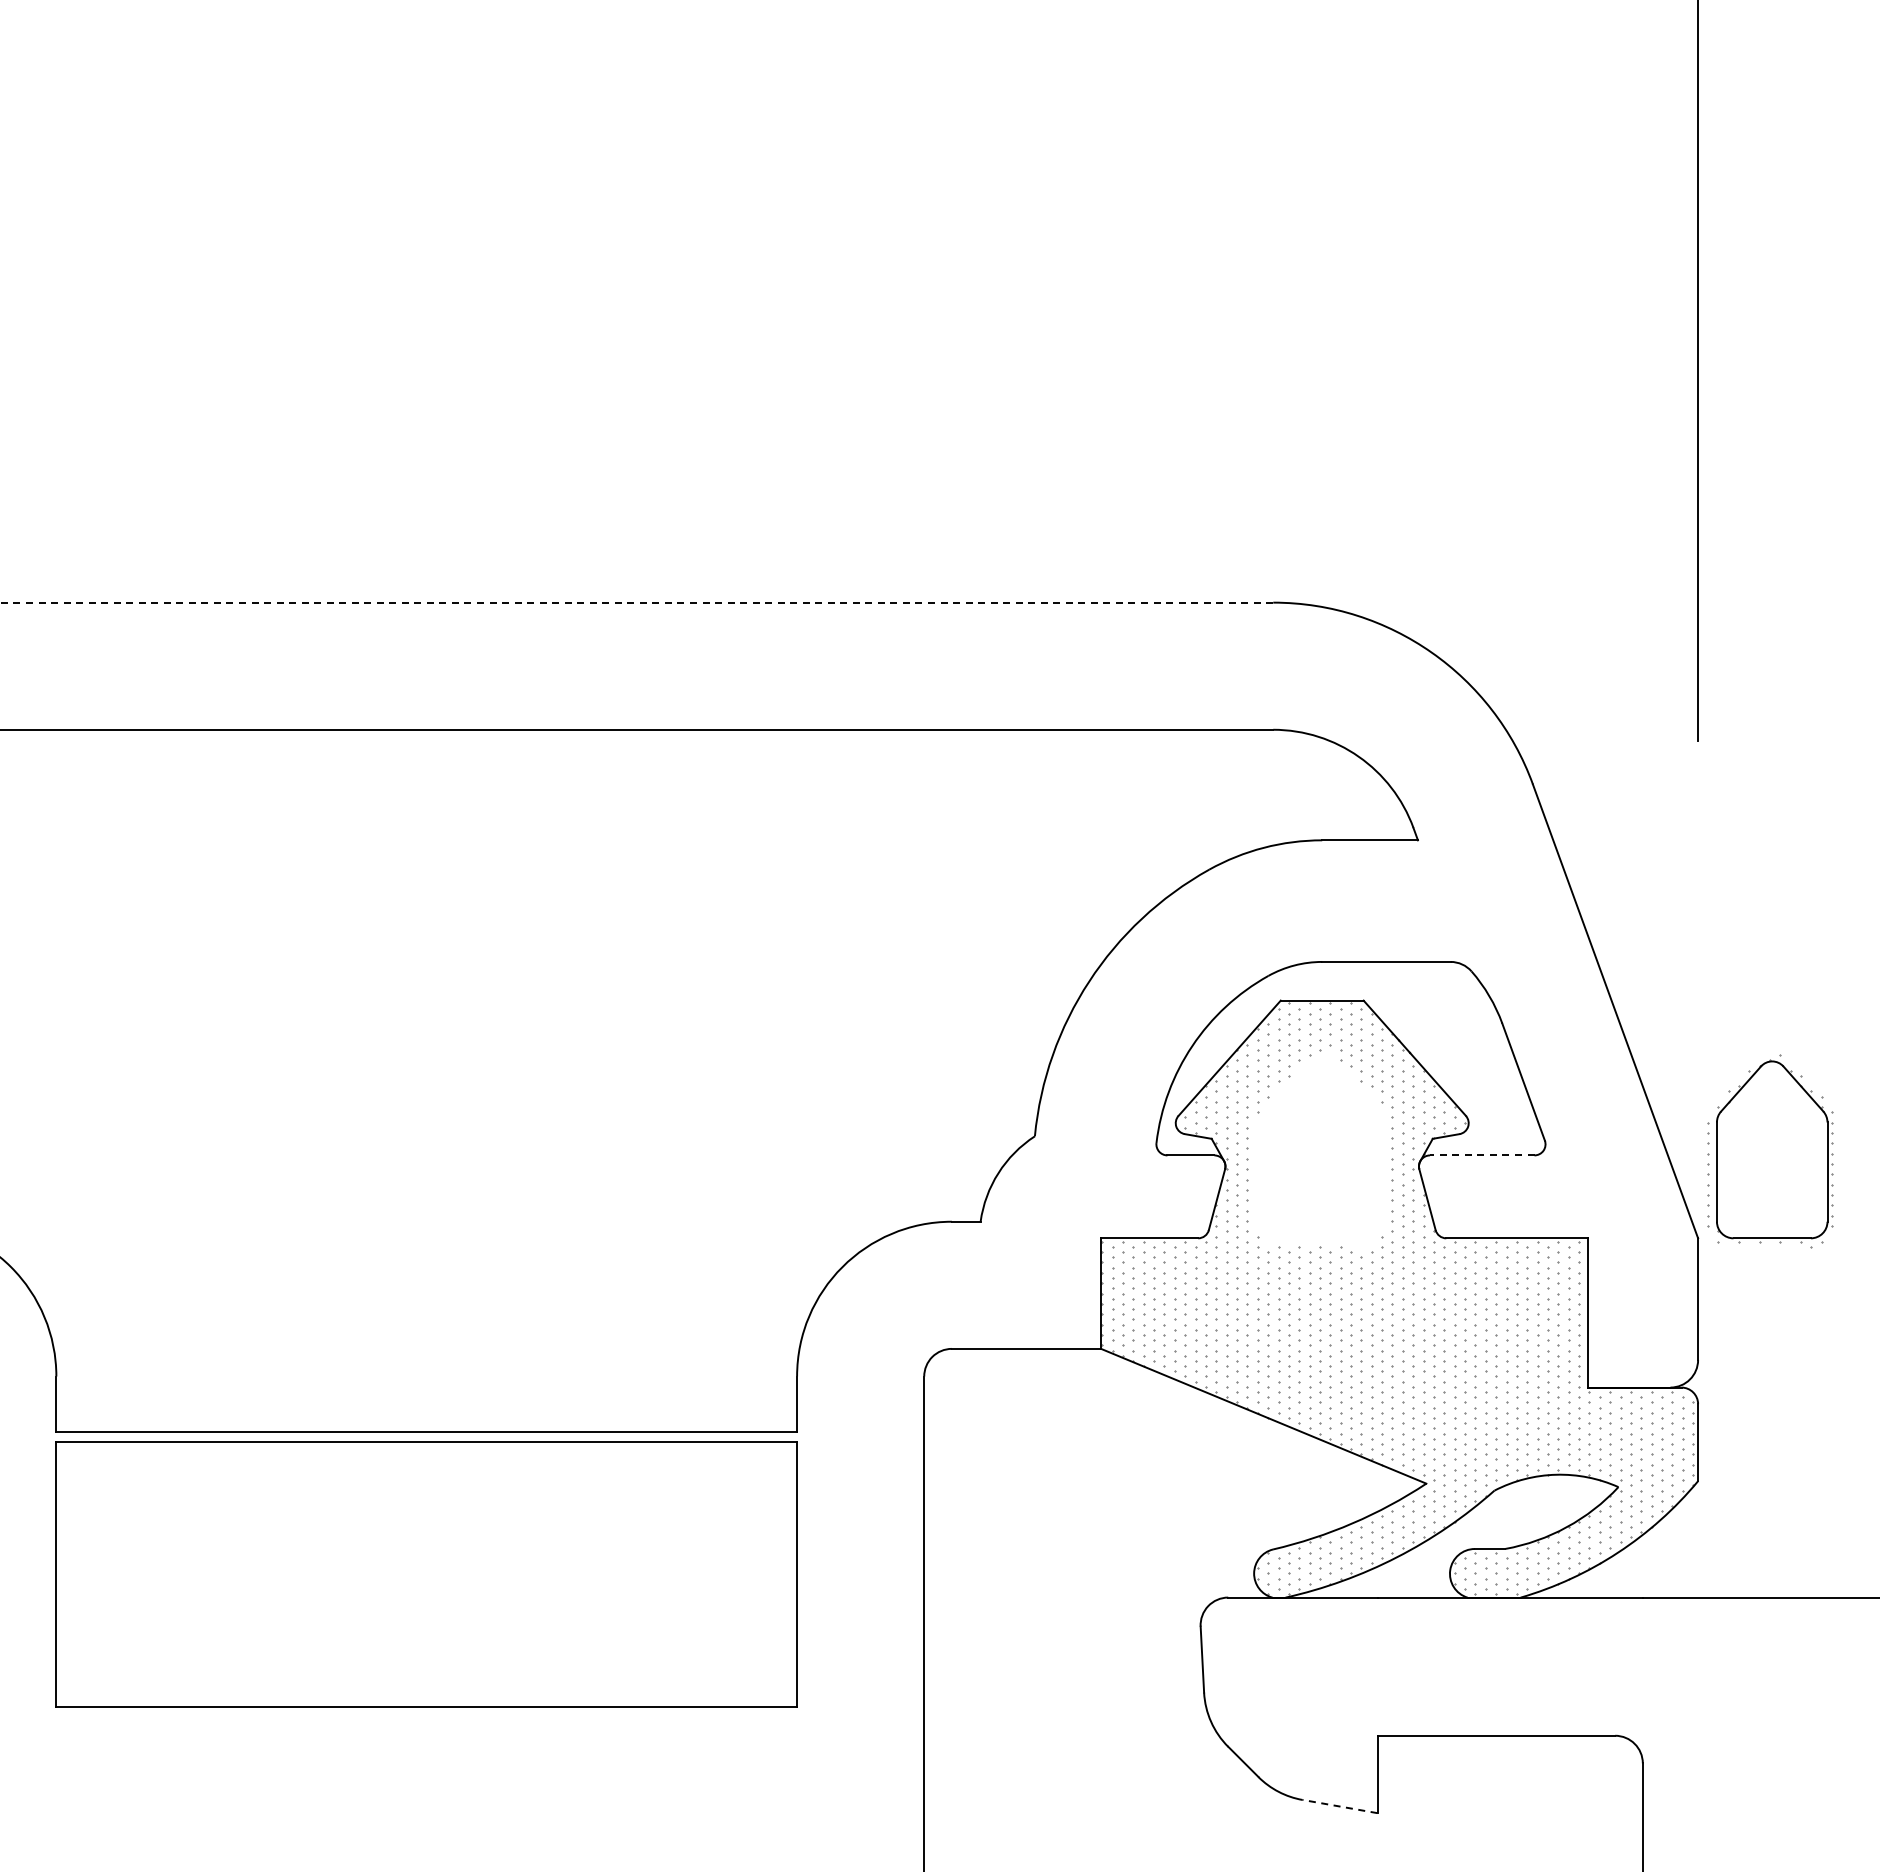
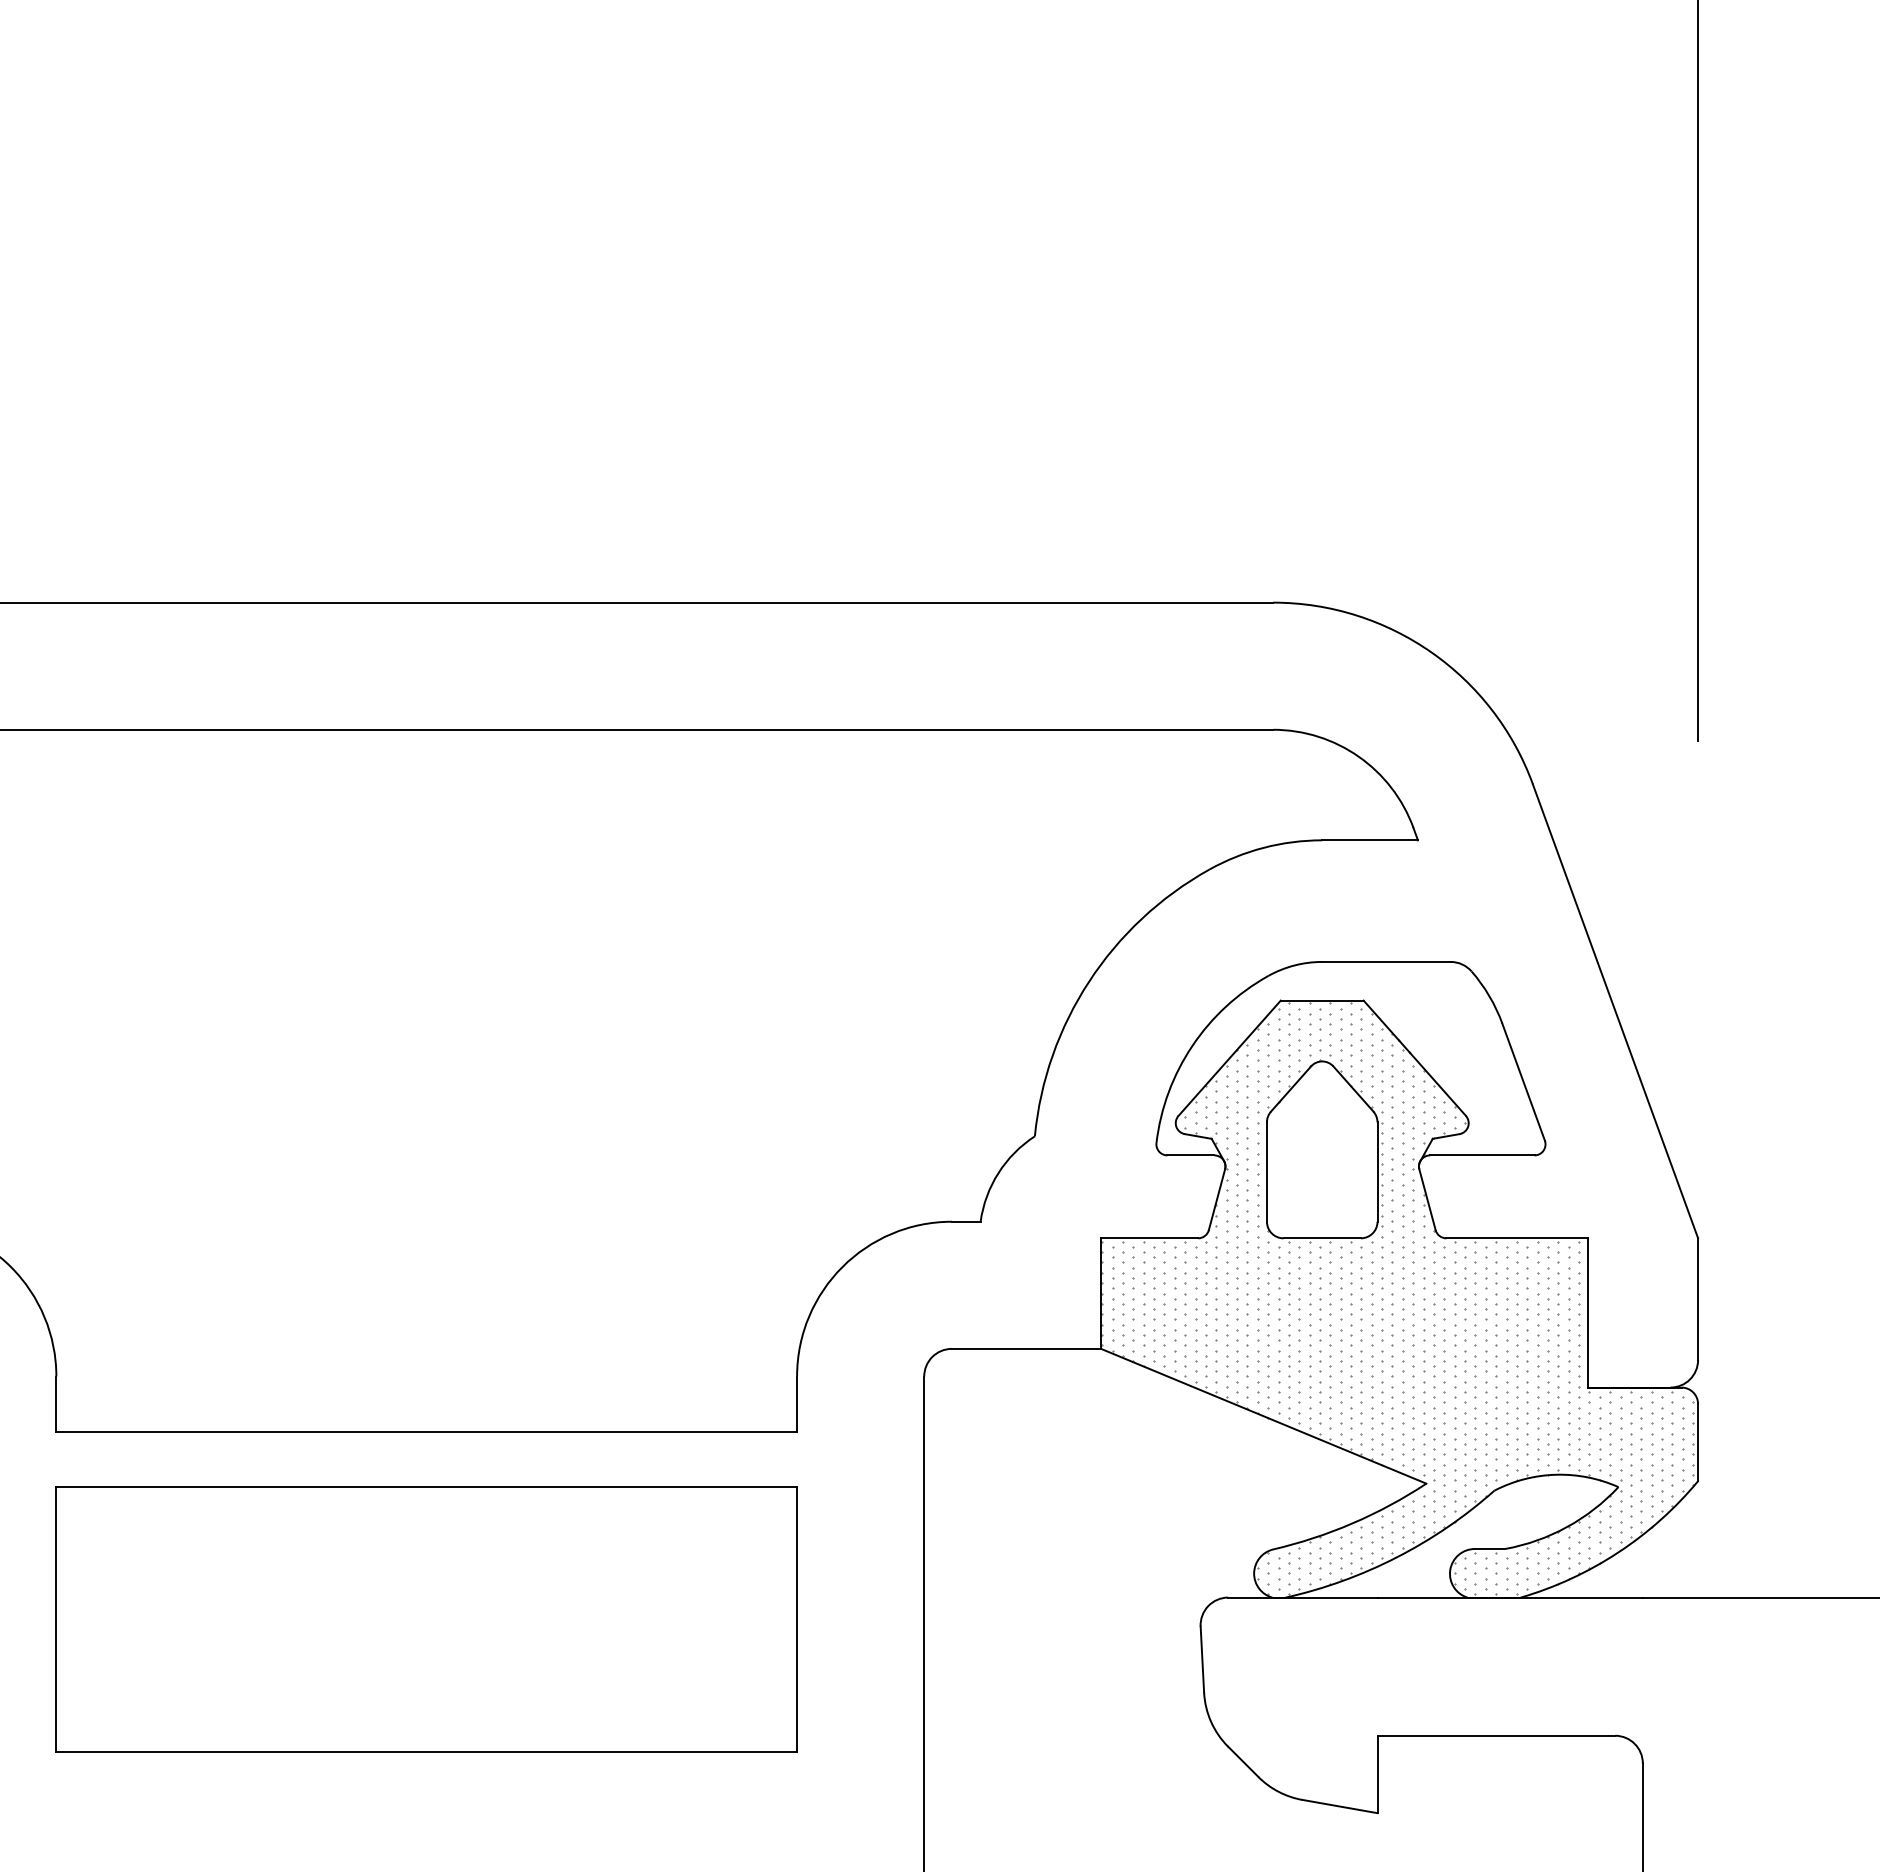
line at (636, 602): dashed -> solid
part at (1770, 1151) position: (1770, 1151) -> (1320, 1151)
line at (1481, 1155): dashed -> solid
part at (426, 1574) position: (426, 1574) -> (426, 1619)
line at (1339, 1806): dashed -> solid
